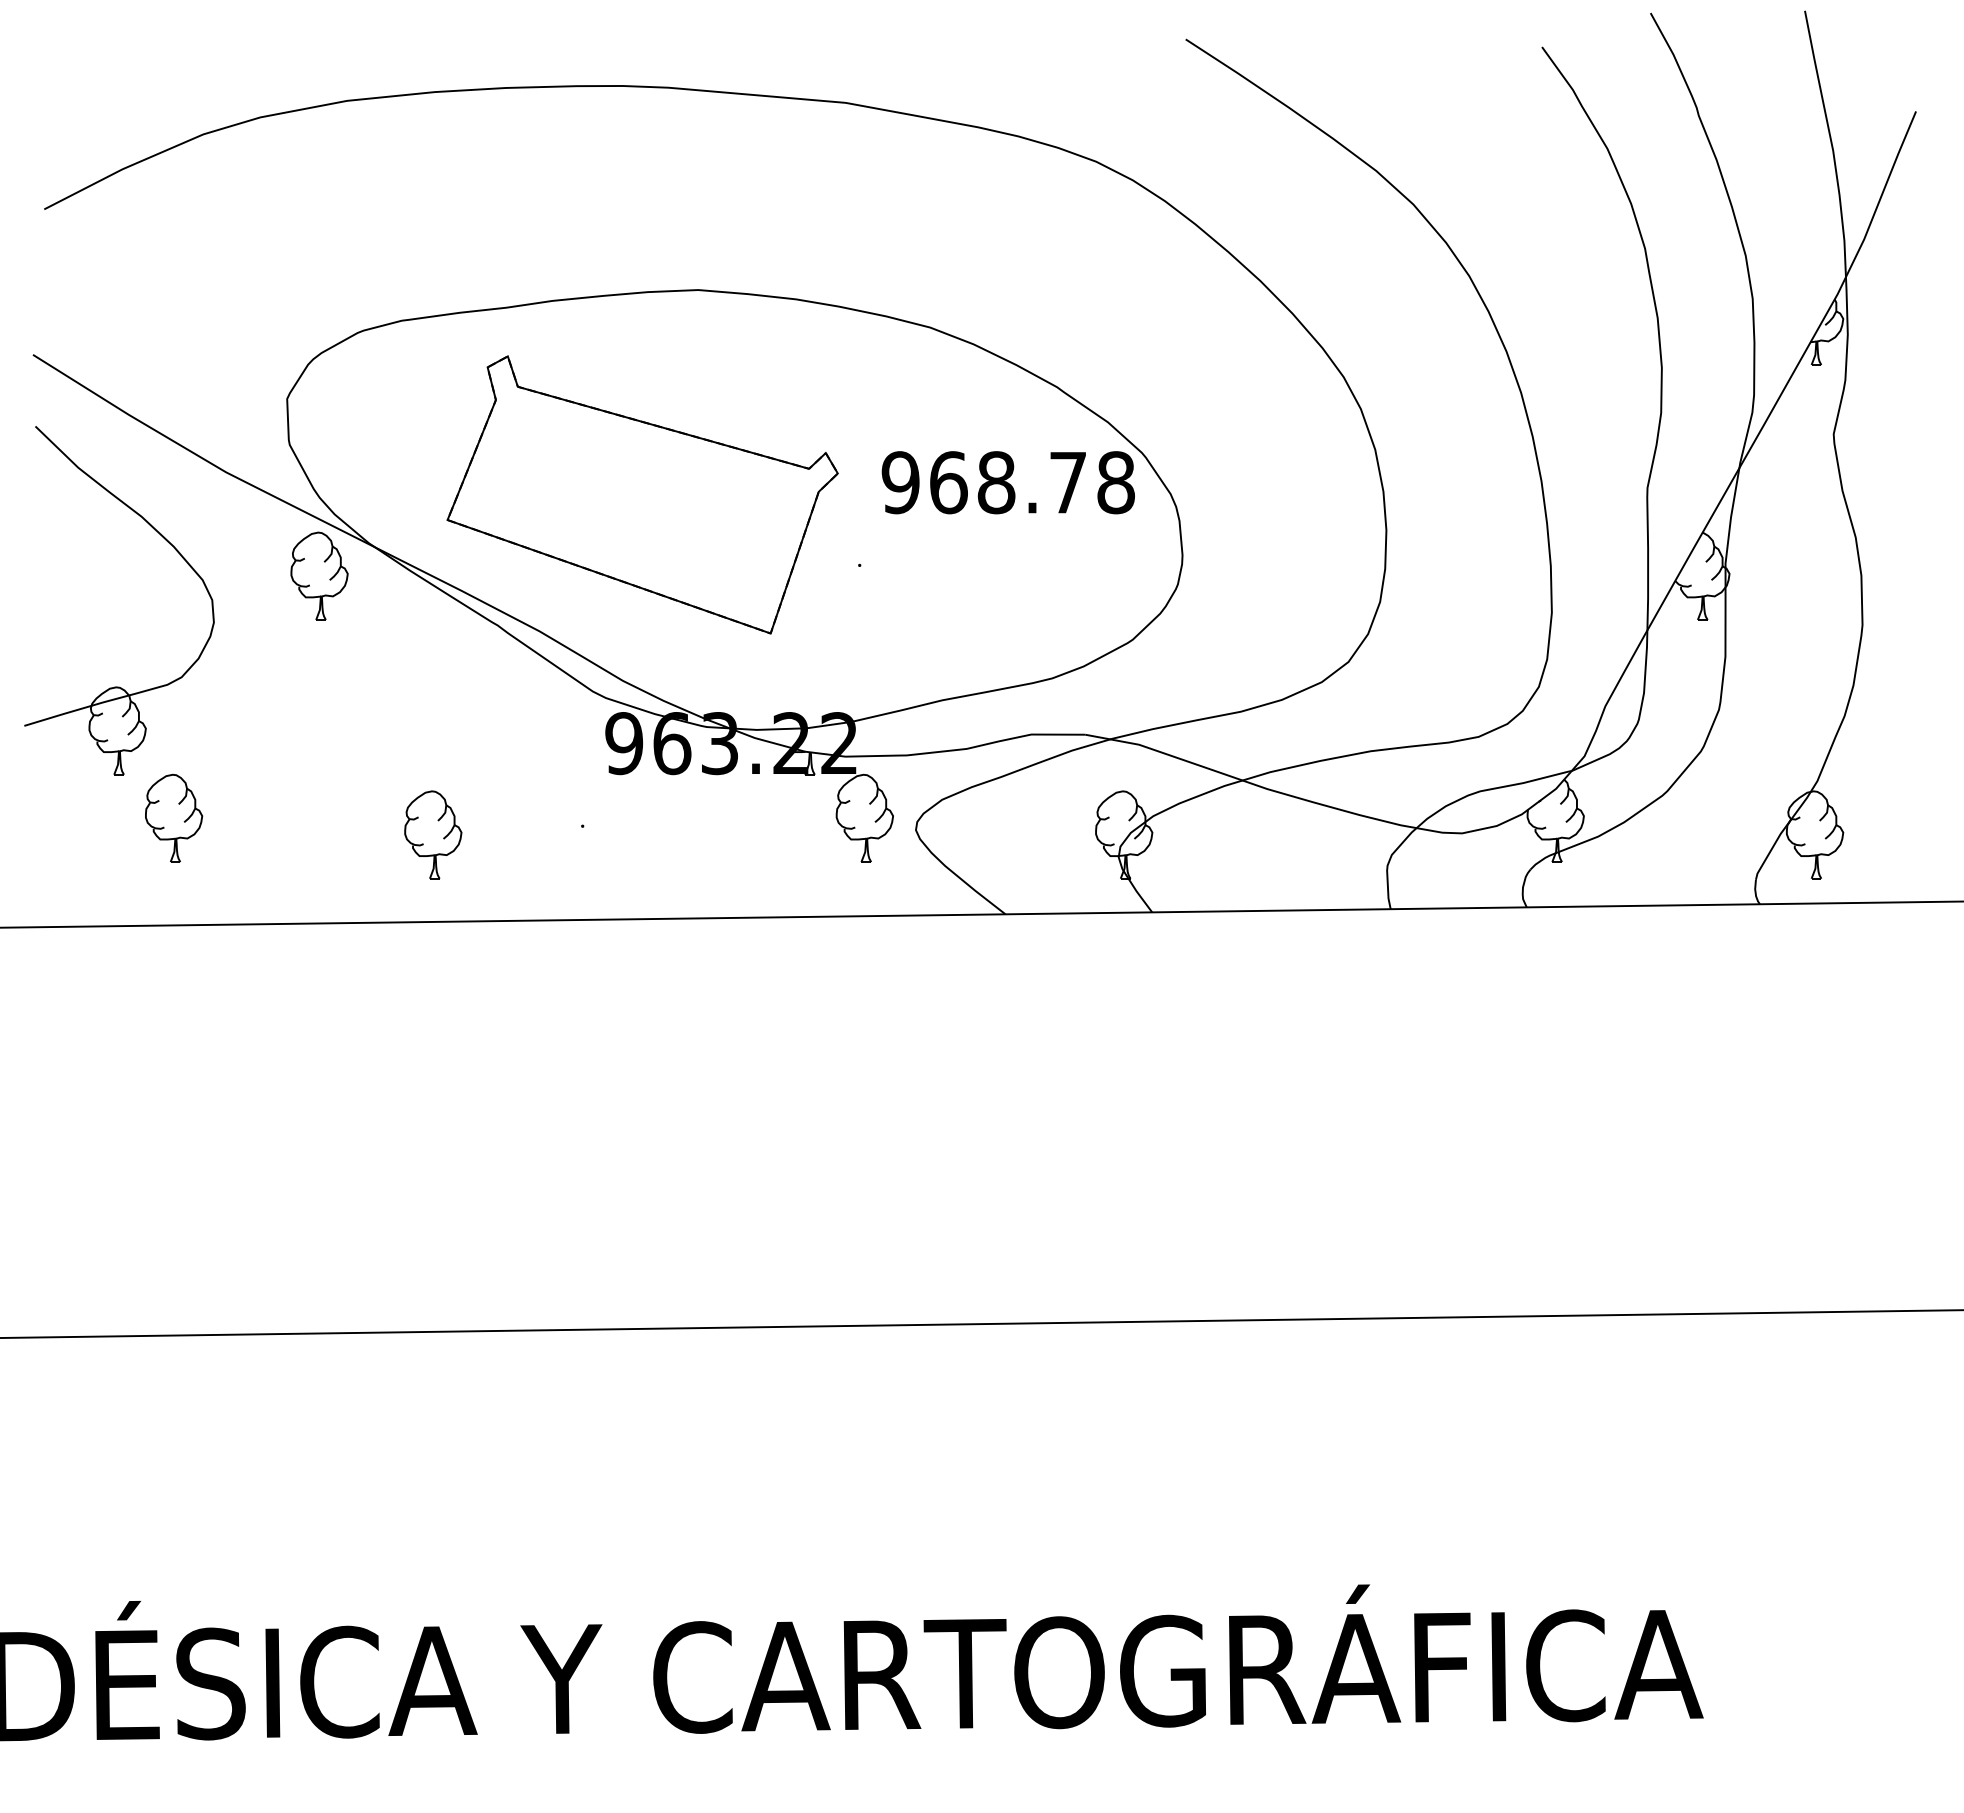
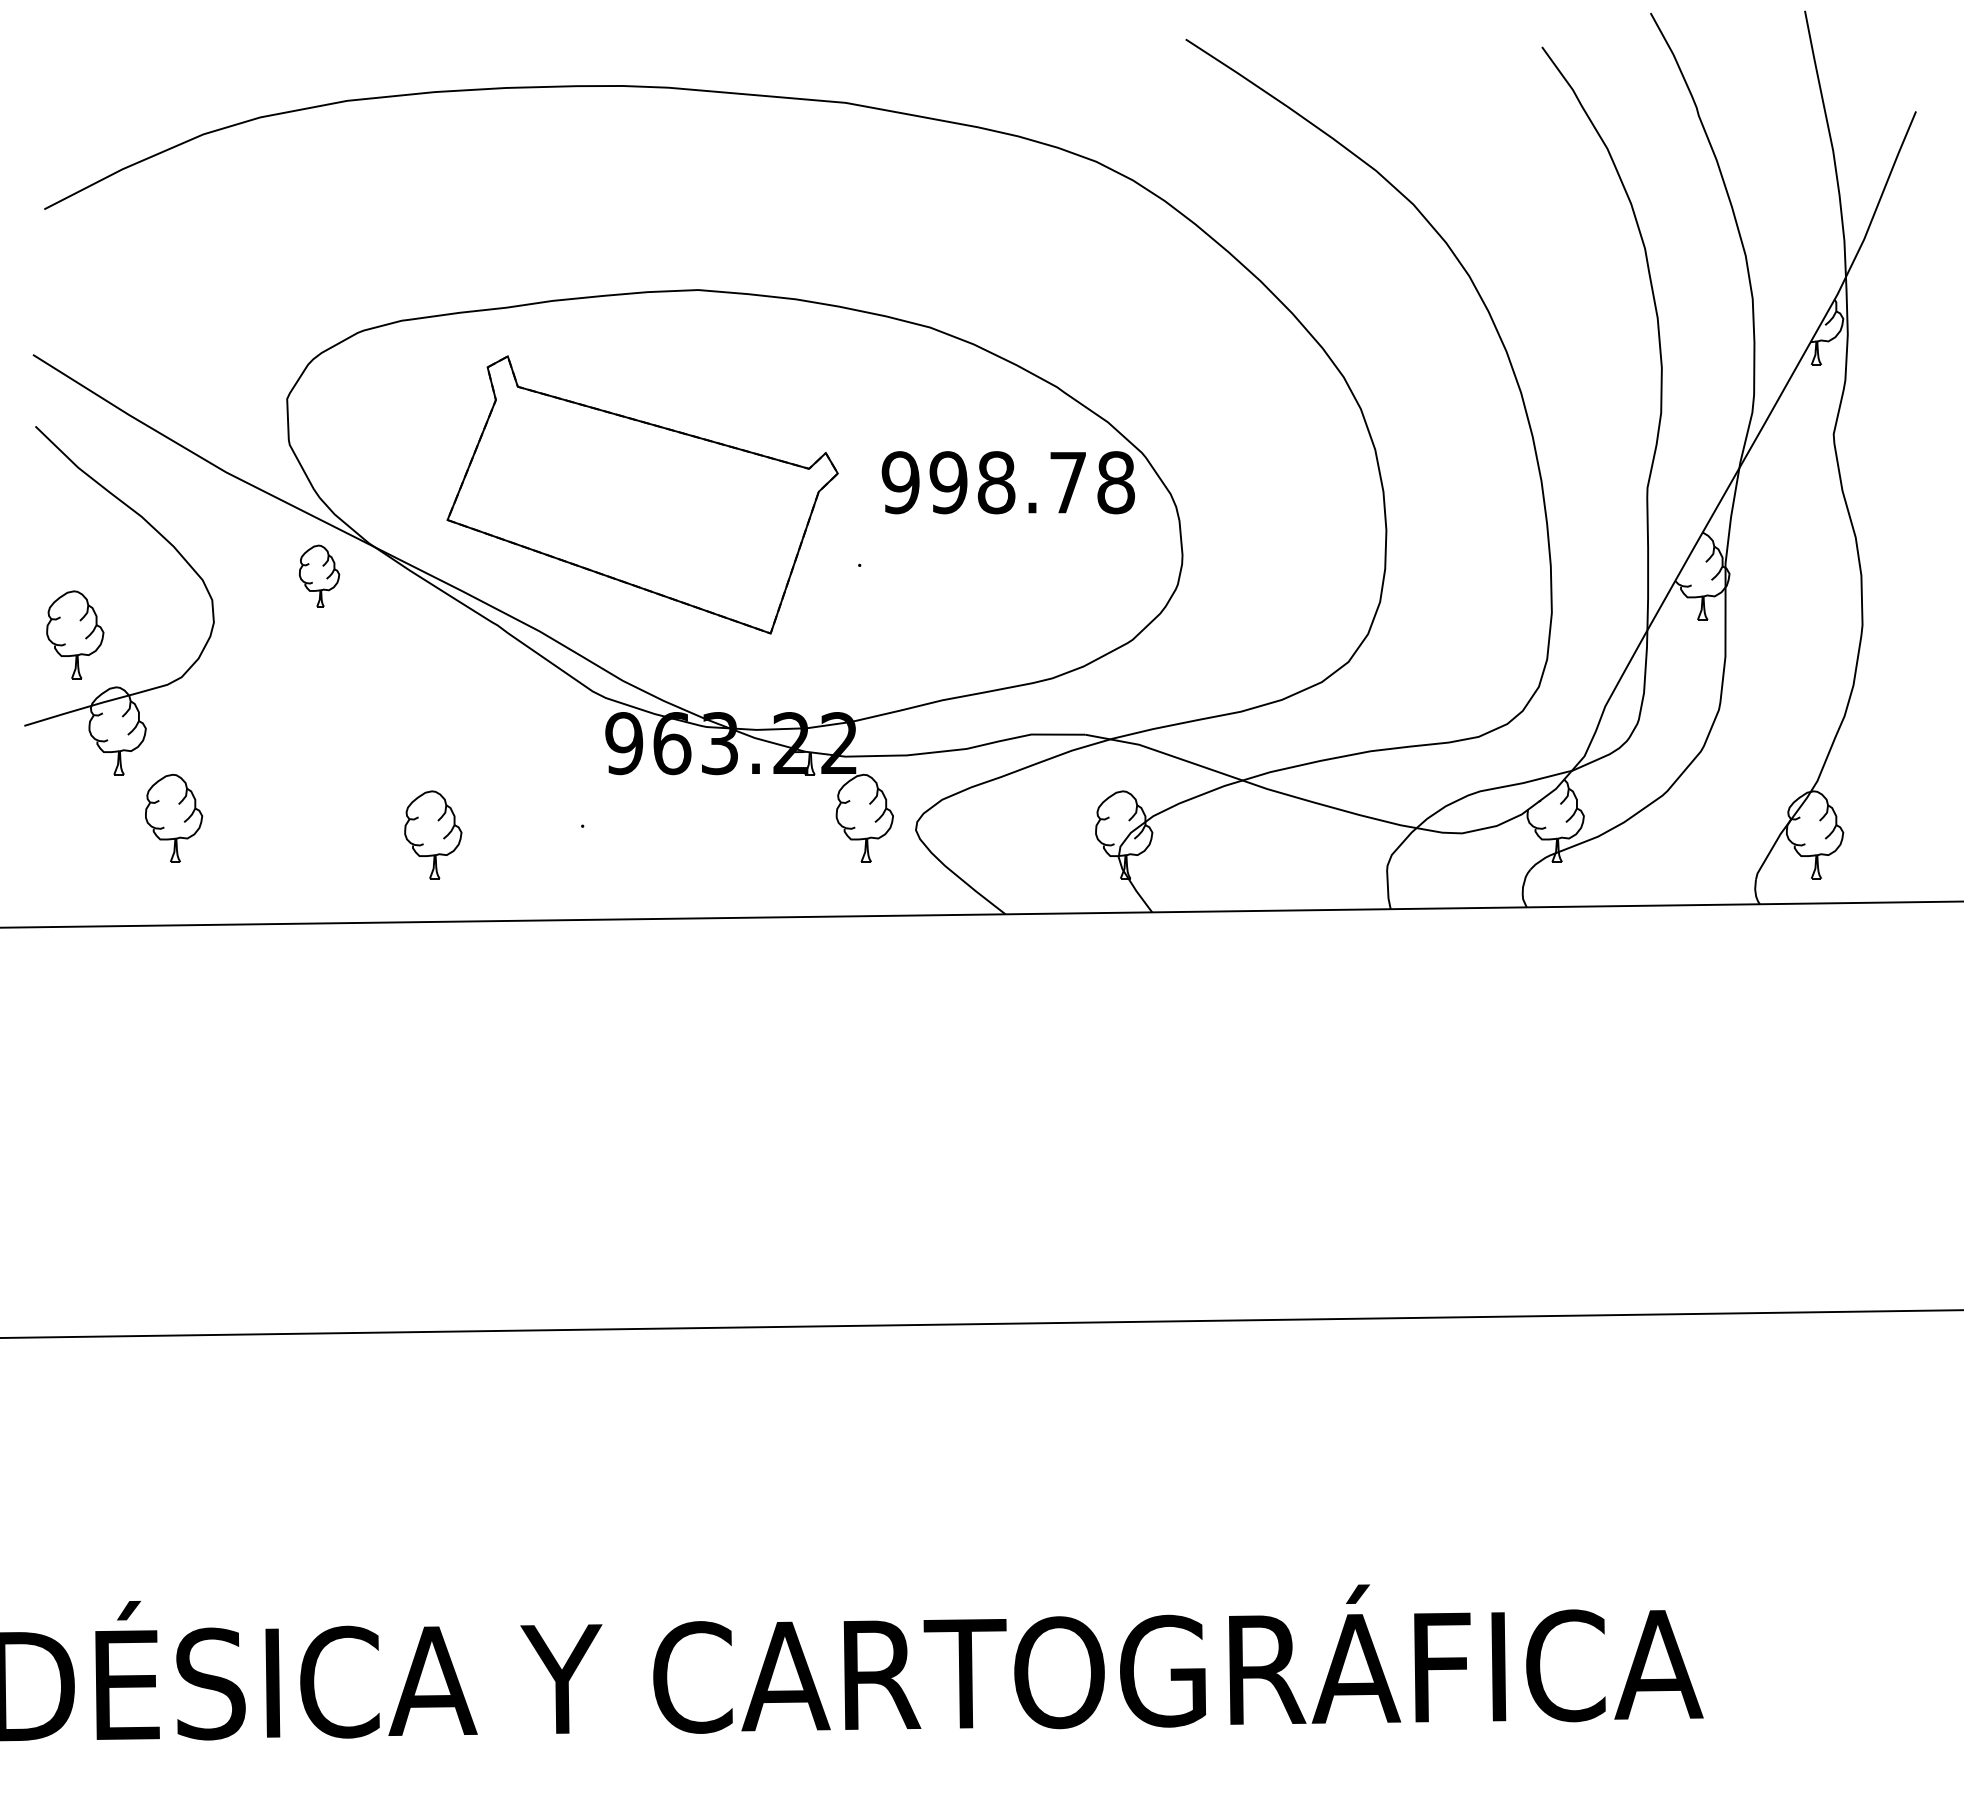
text at (948, 482): 968.78 -> 998.78
part at (319, 575) size: 59x90 px -> 42x64 px
part at (75, 634): none -> present
